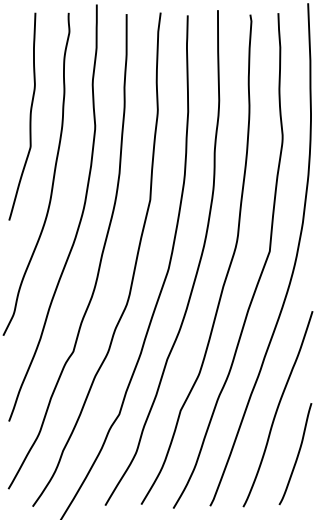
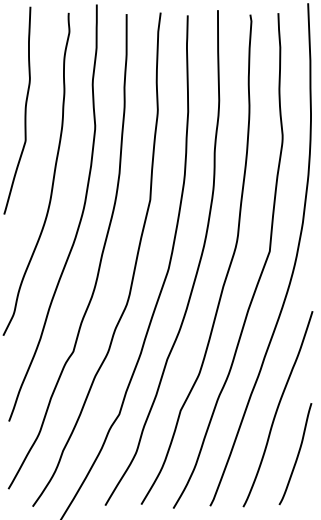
curve at (29, 116) position: (29, 116) -> (24, 110)
